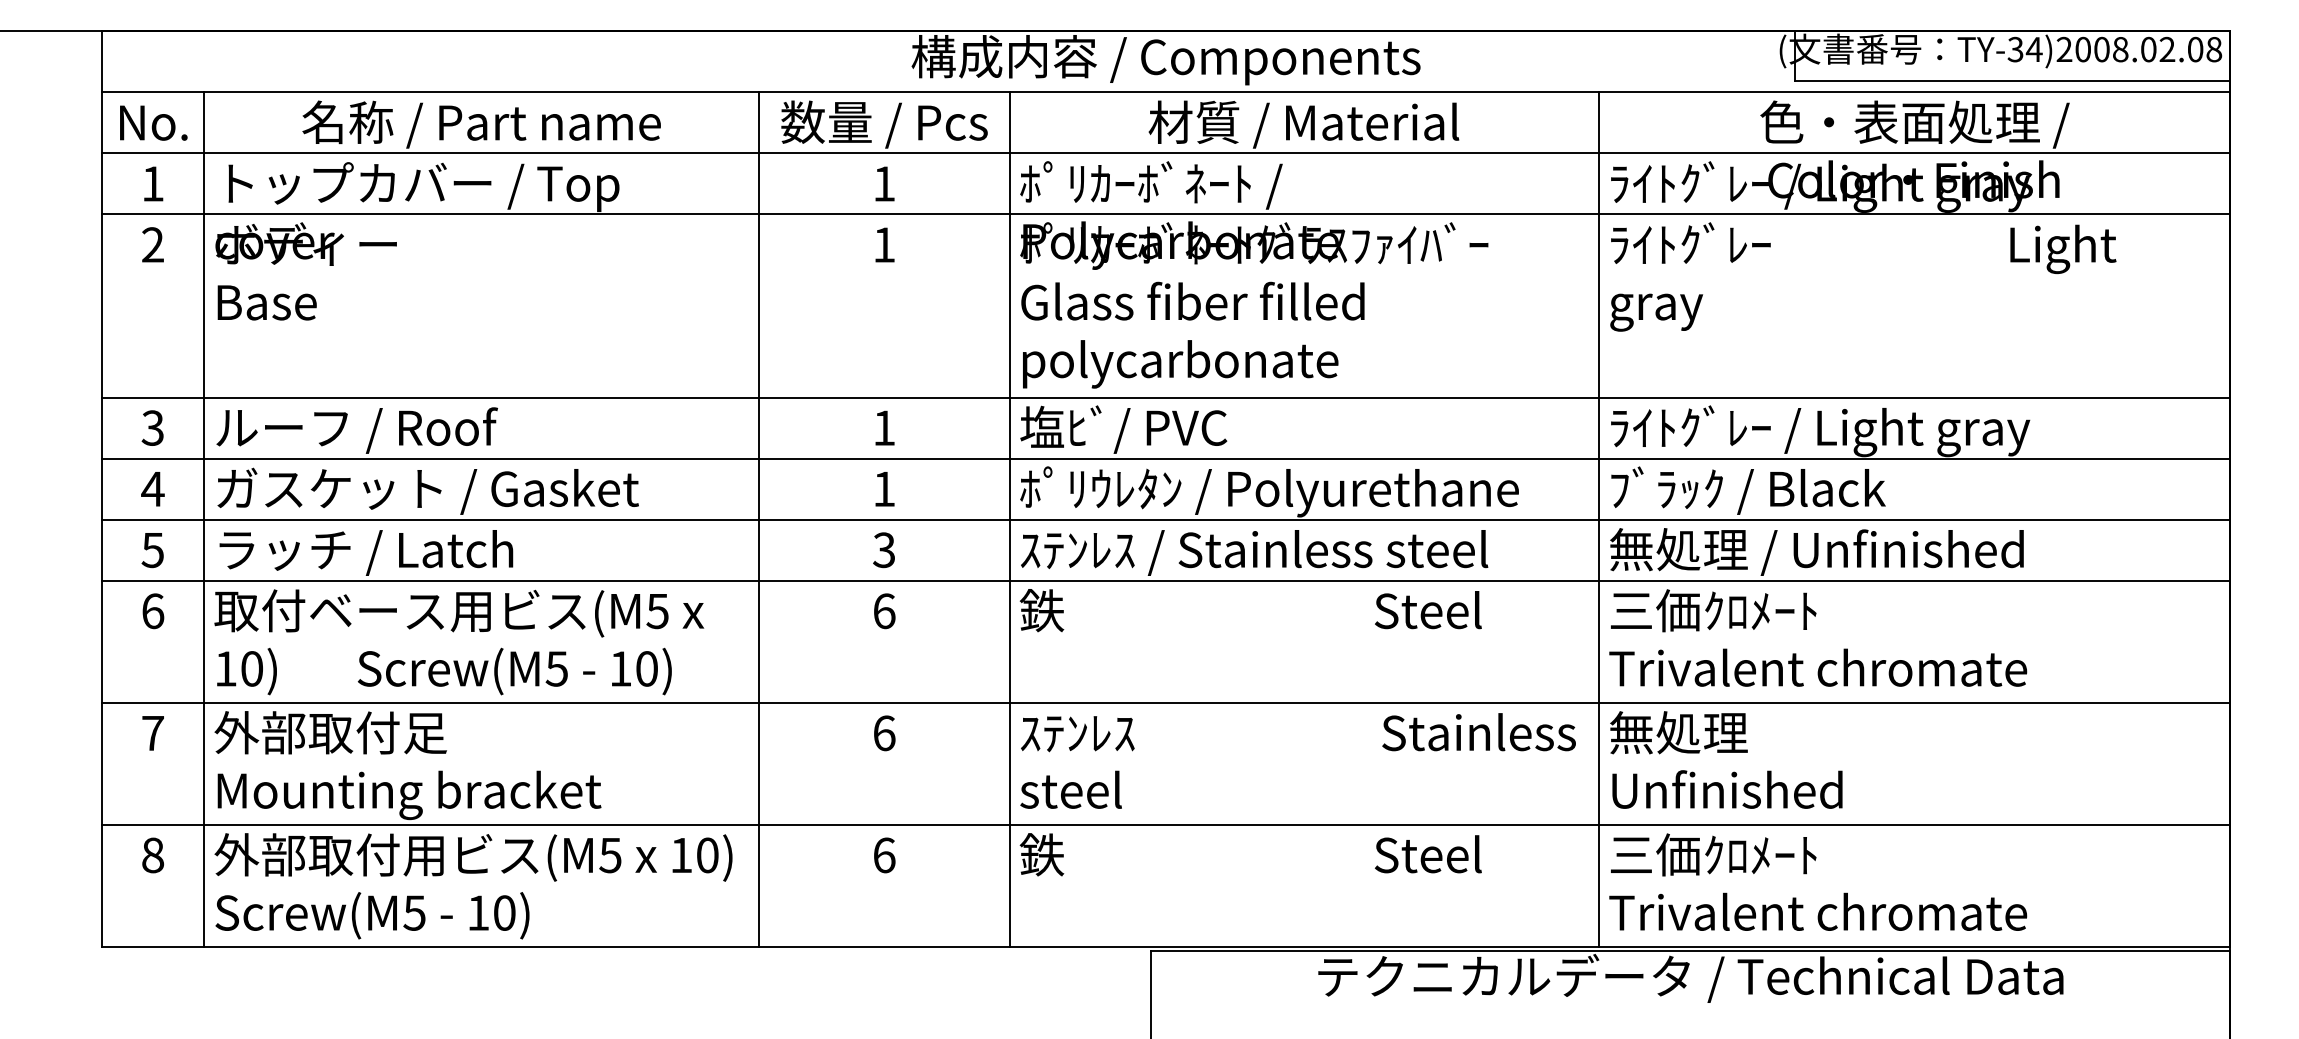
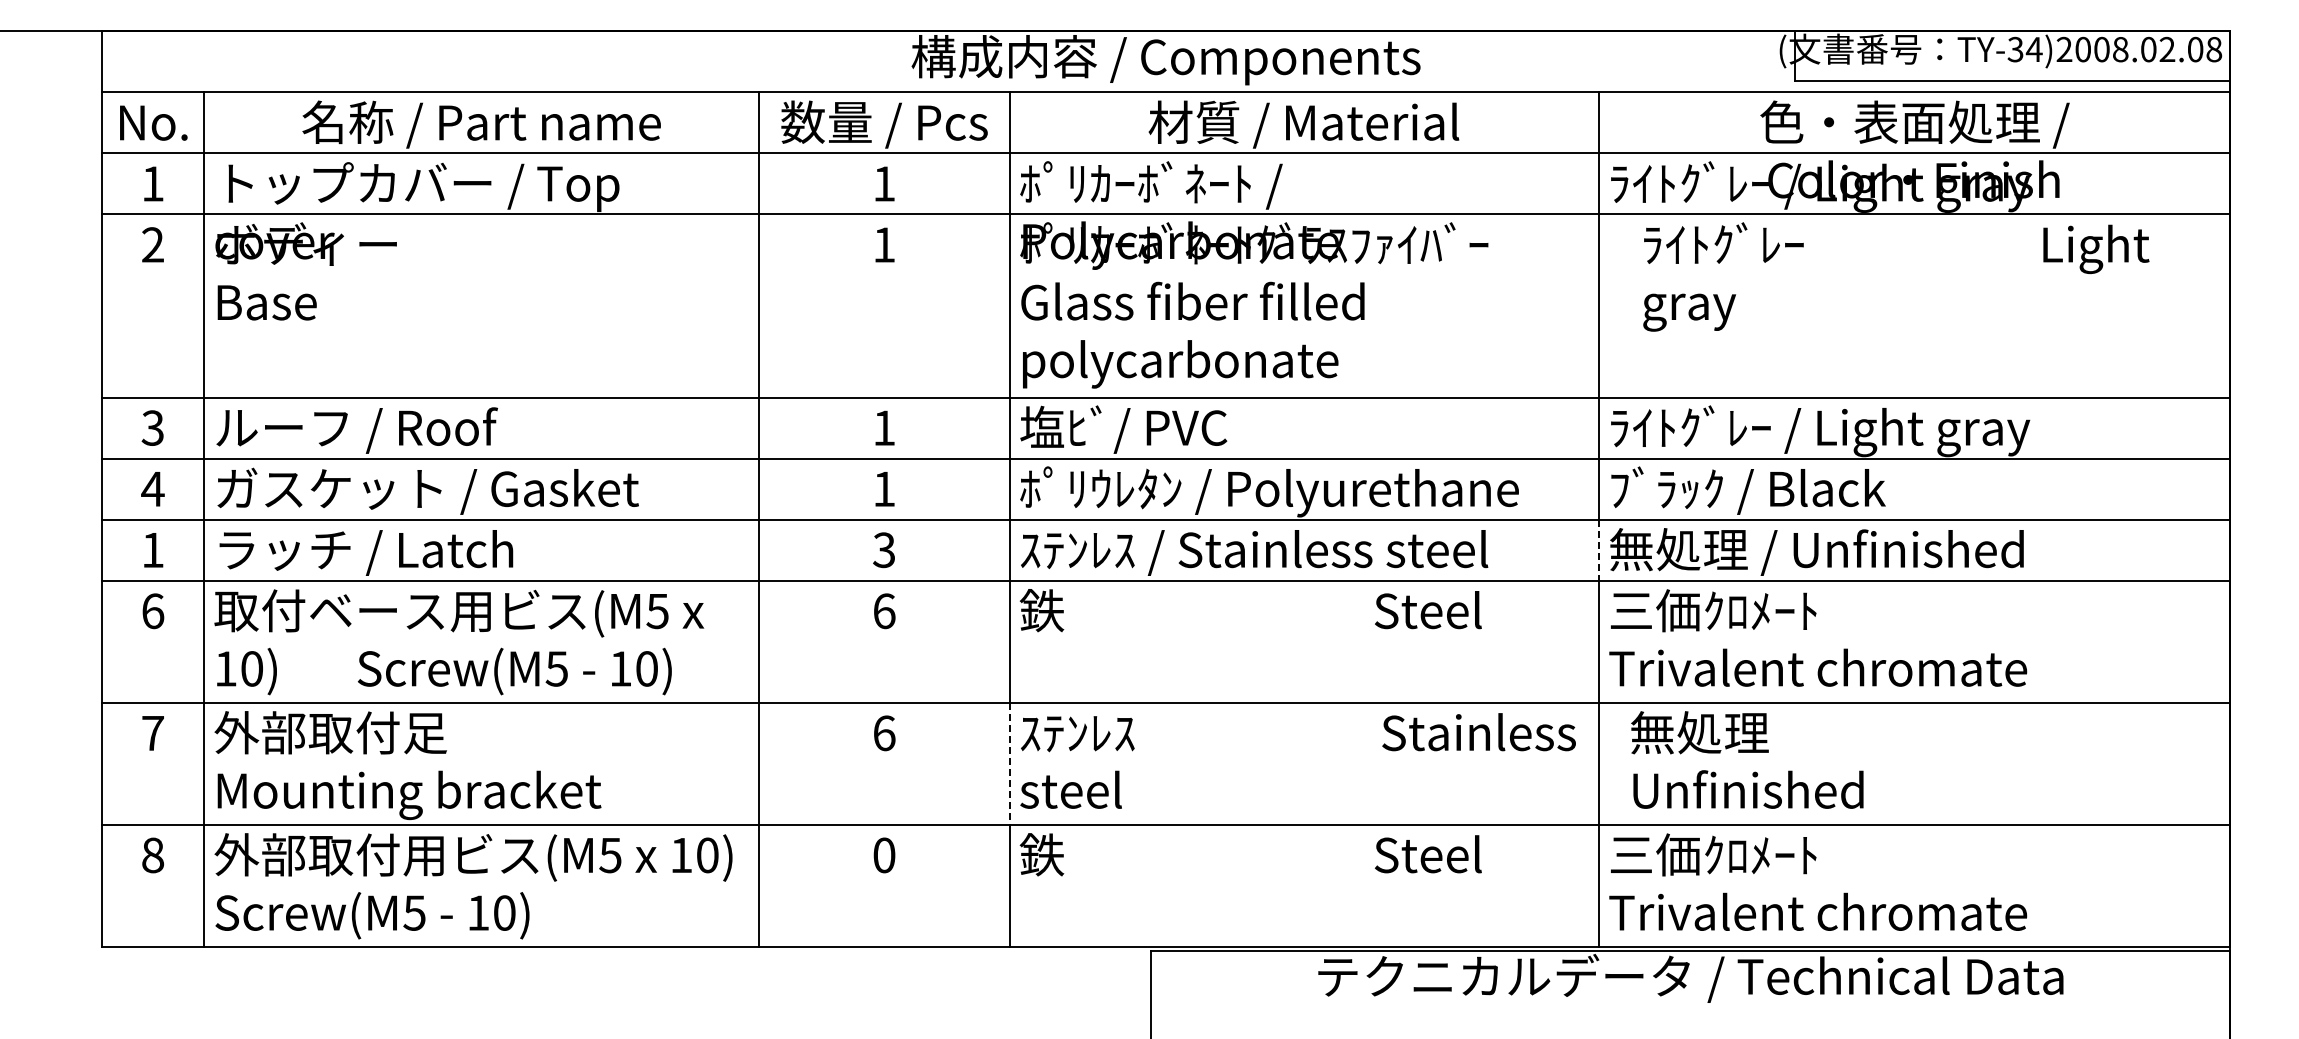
text at (1863, 276) position: (1863, 276) -> (1896, 276)
text at (152, 550): 5 -> 1
line at (1598, 550): solid -> dashed
text at (1726, 759) position: (1726, 759) -> (1747, 759)
line at (1009, 764): solid -> dashed
text at (884, 855): 6 -> 0
